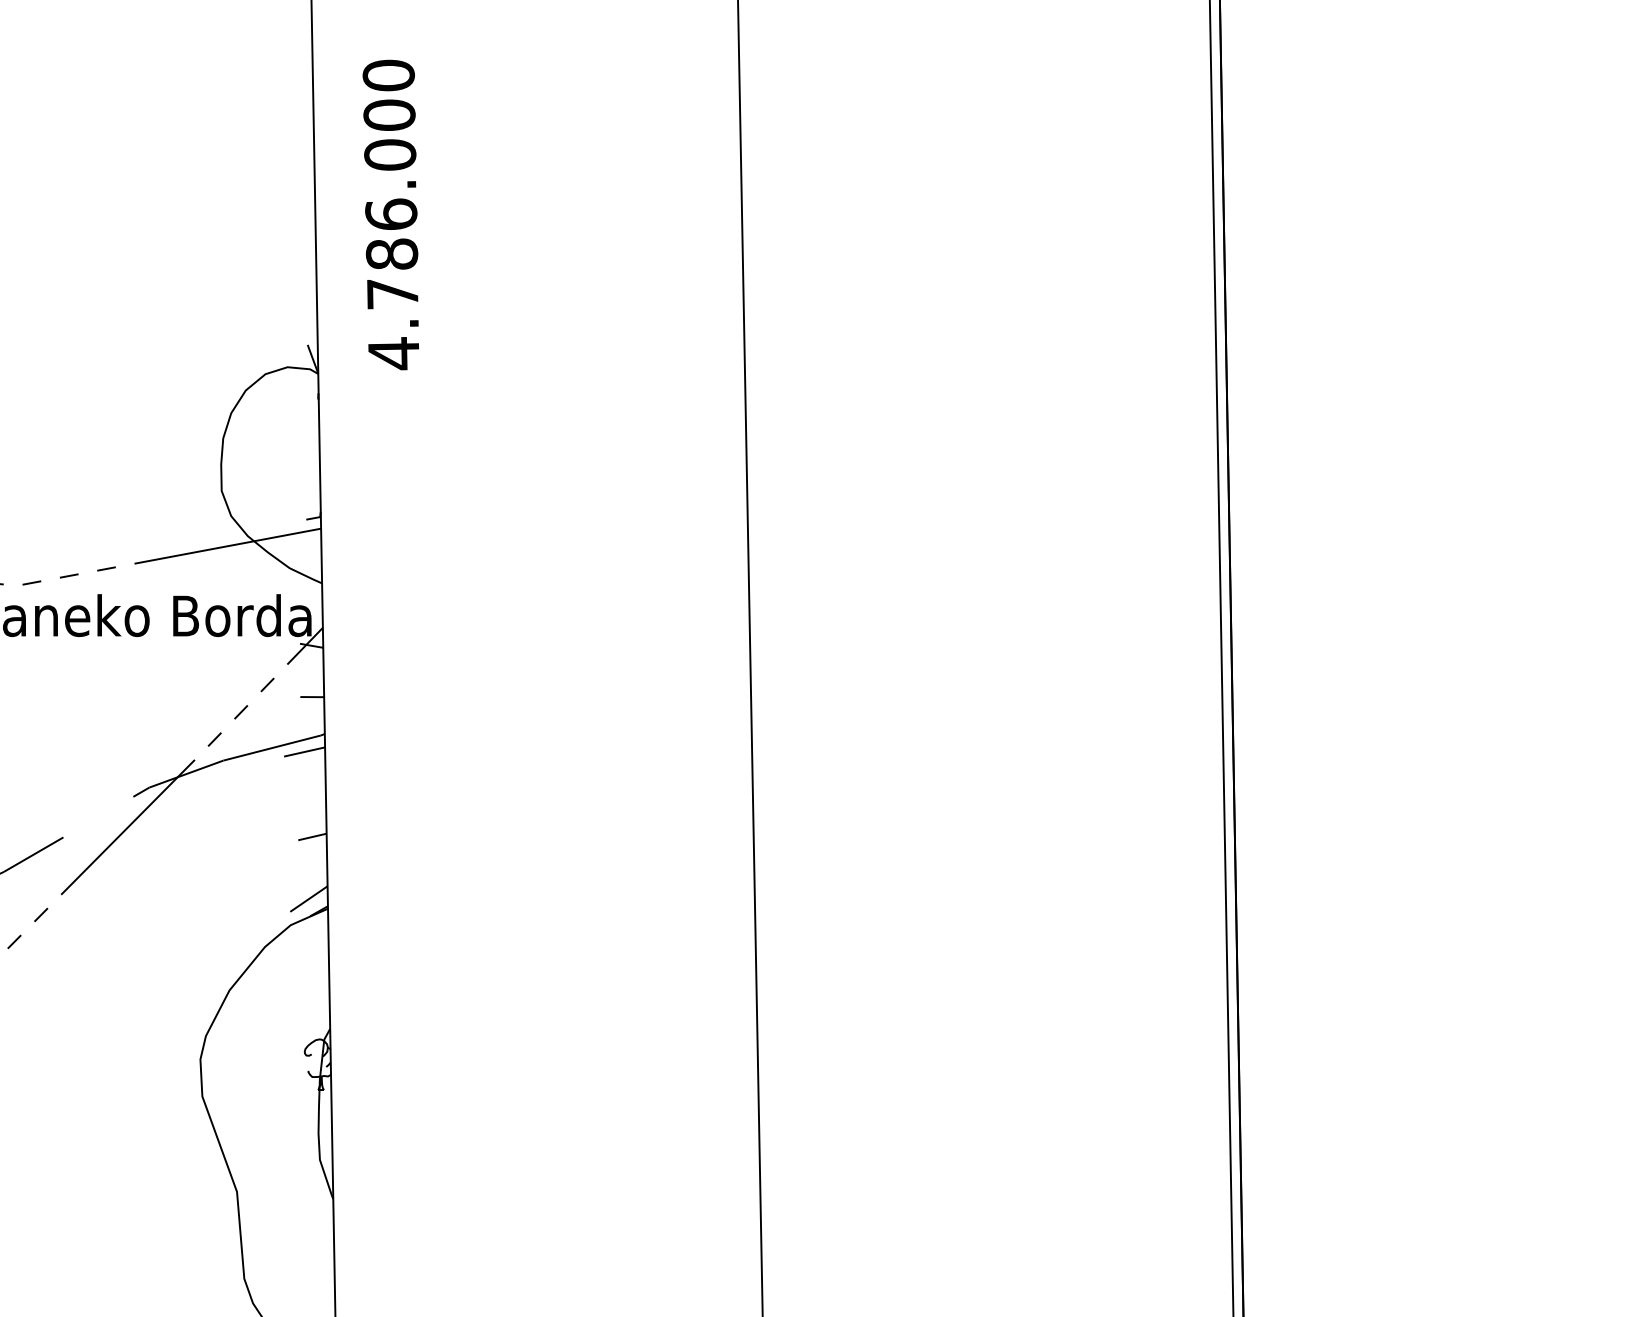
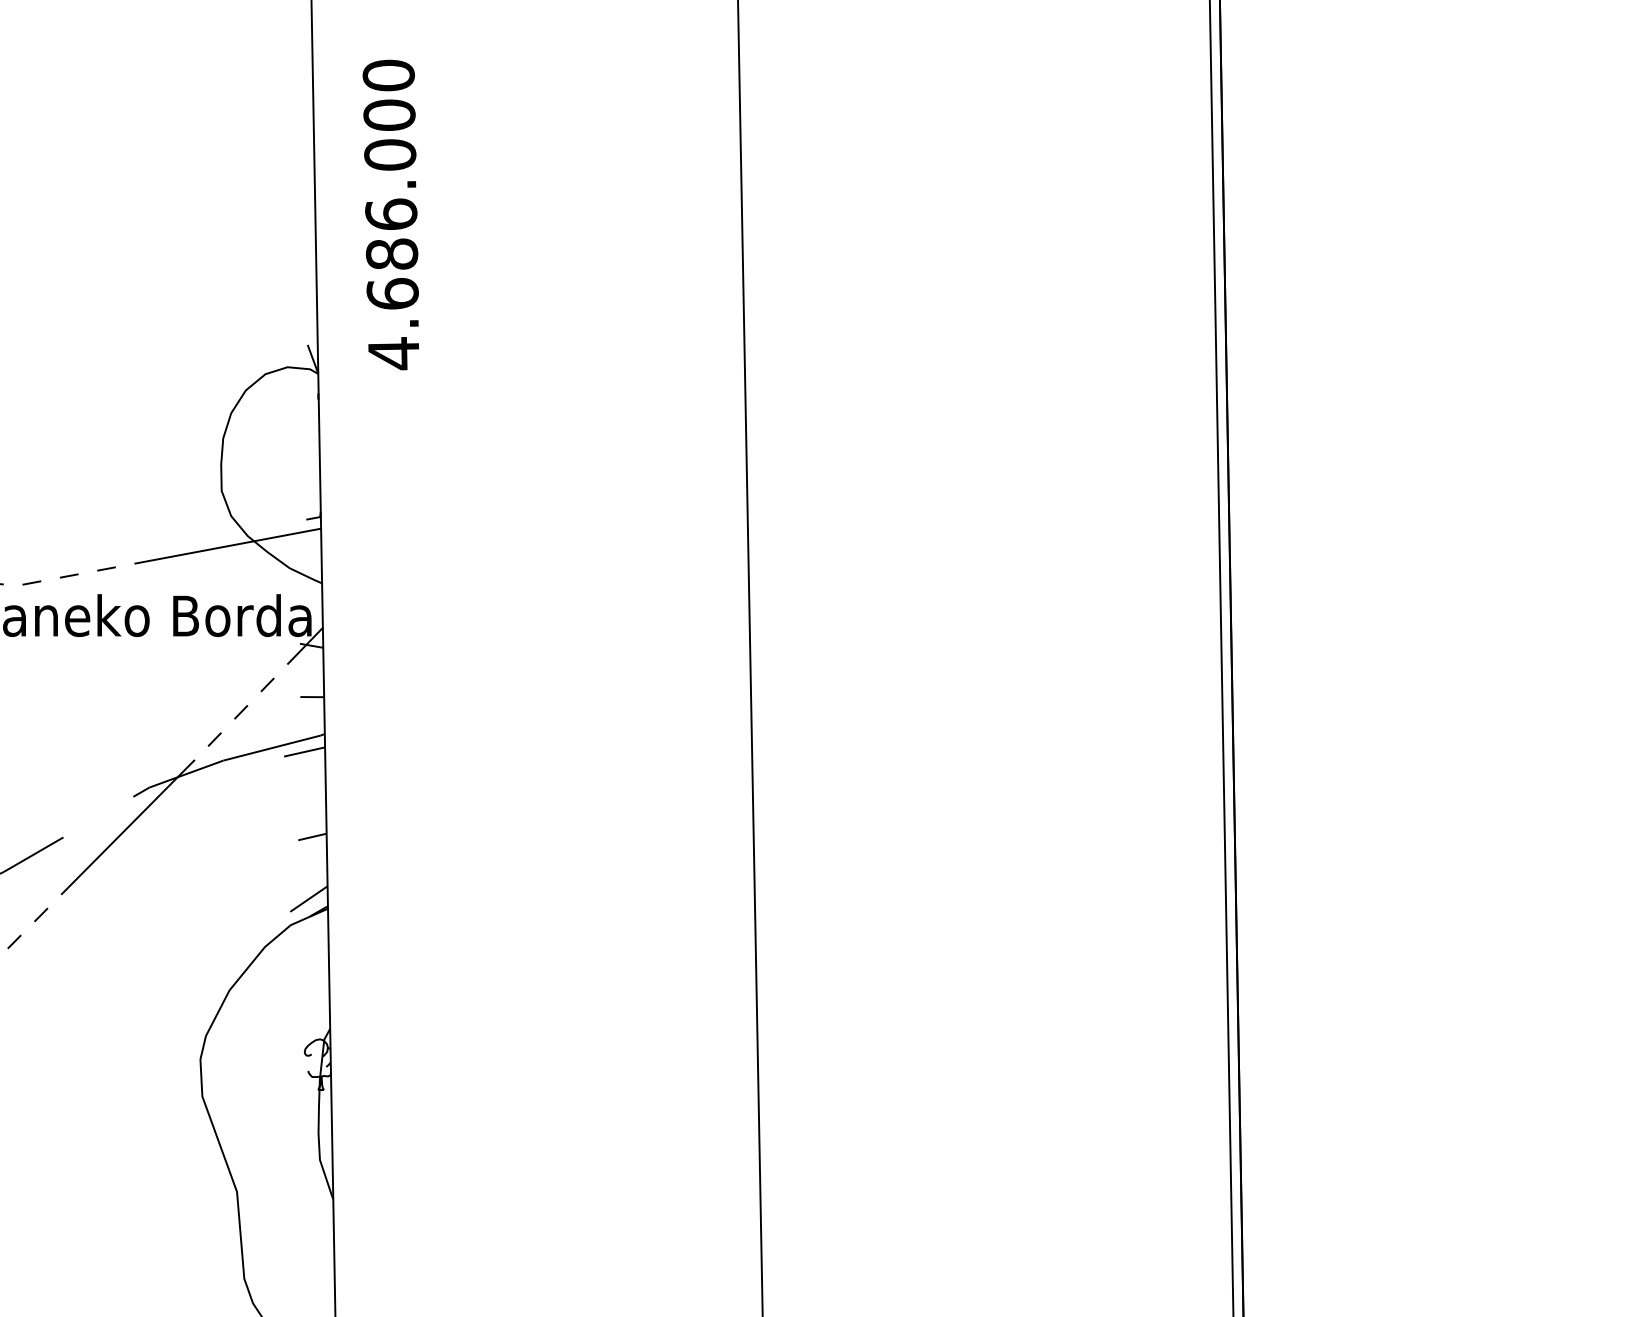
text at (392, 293): 4.786.000 -> 4.686.000
